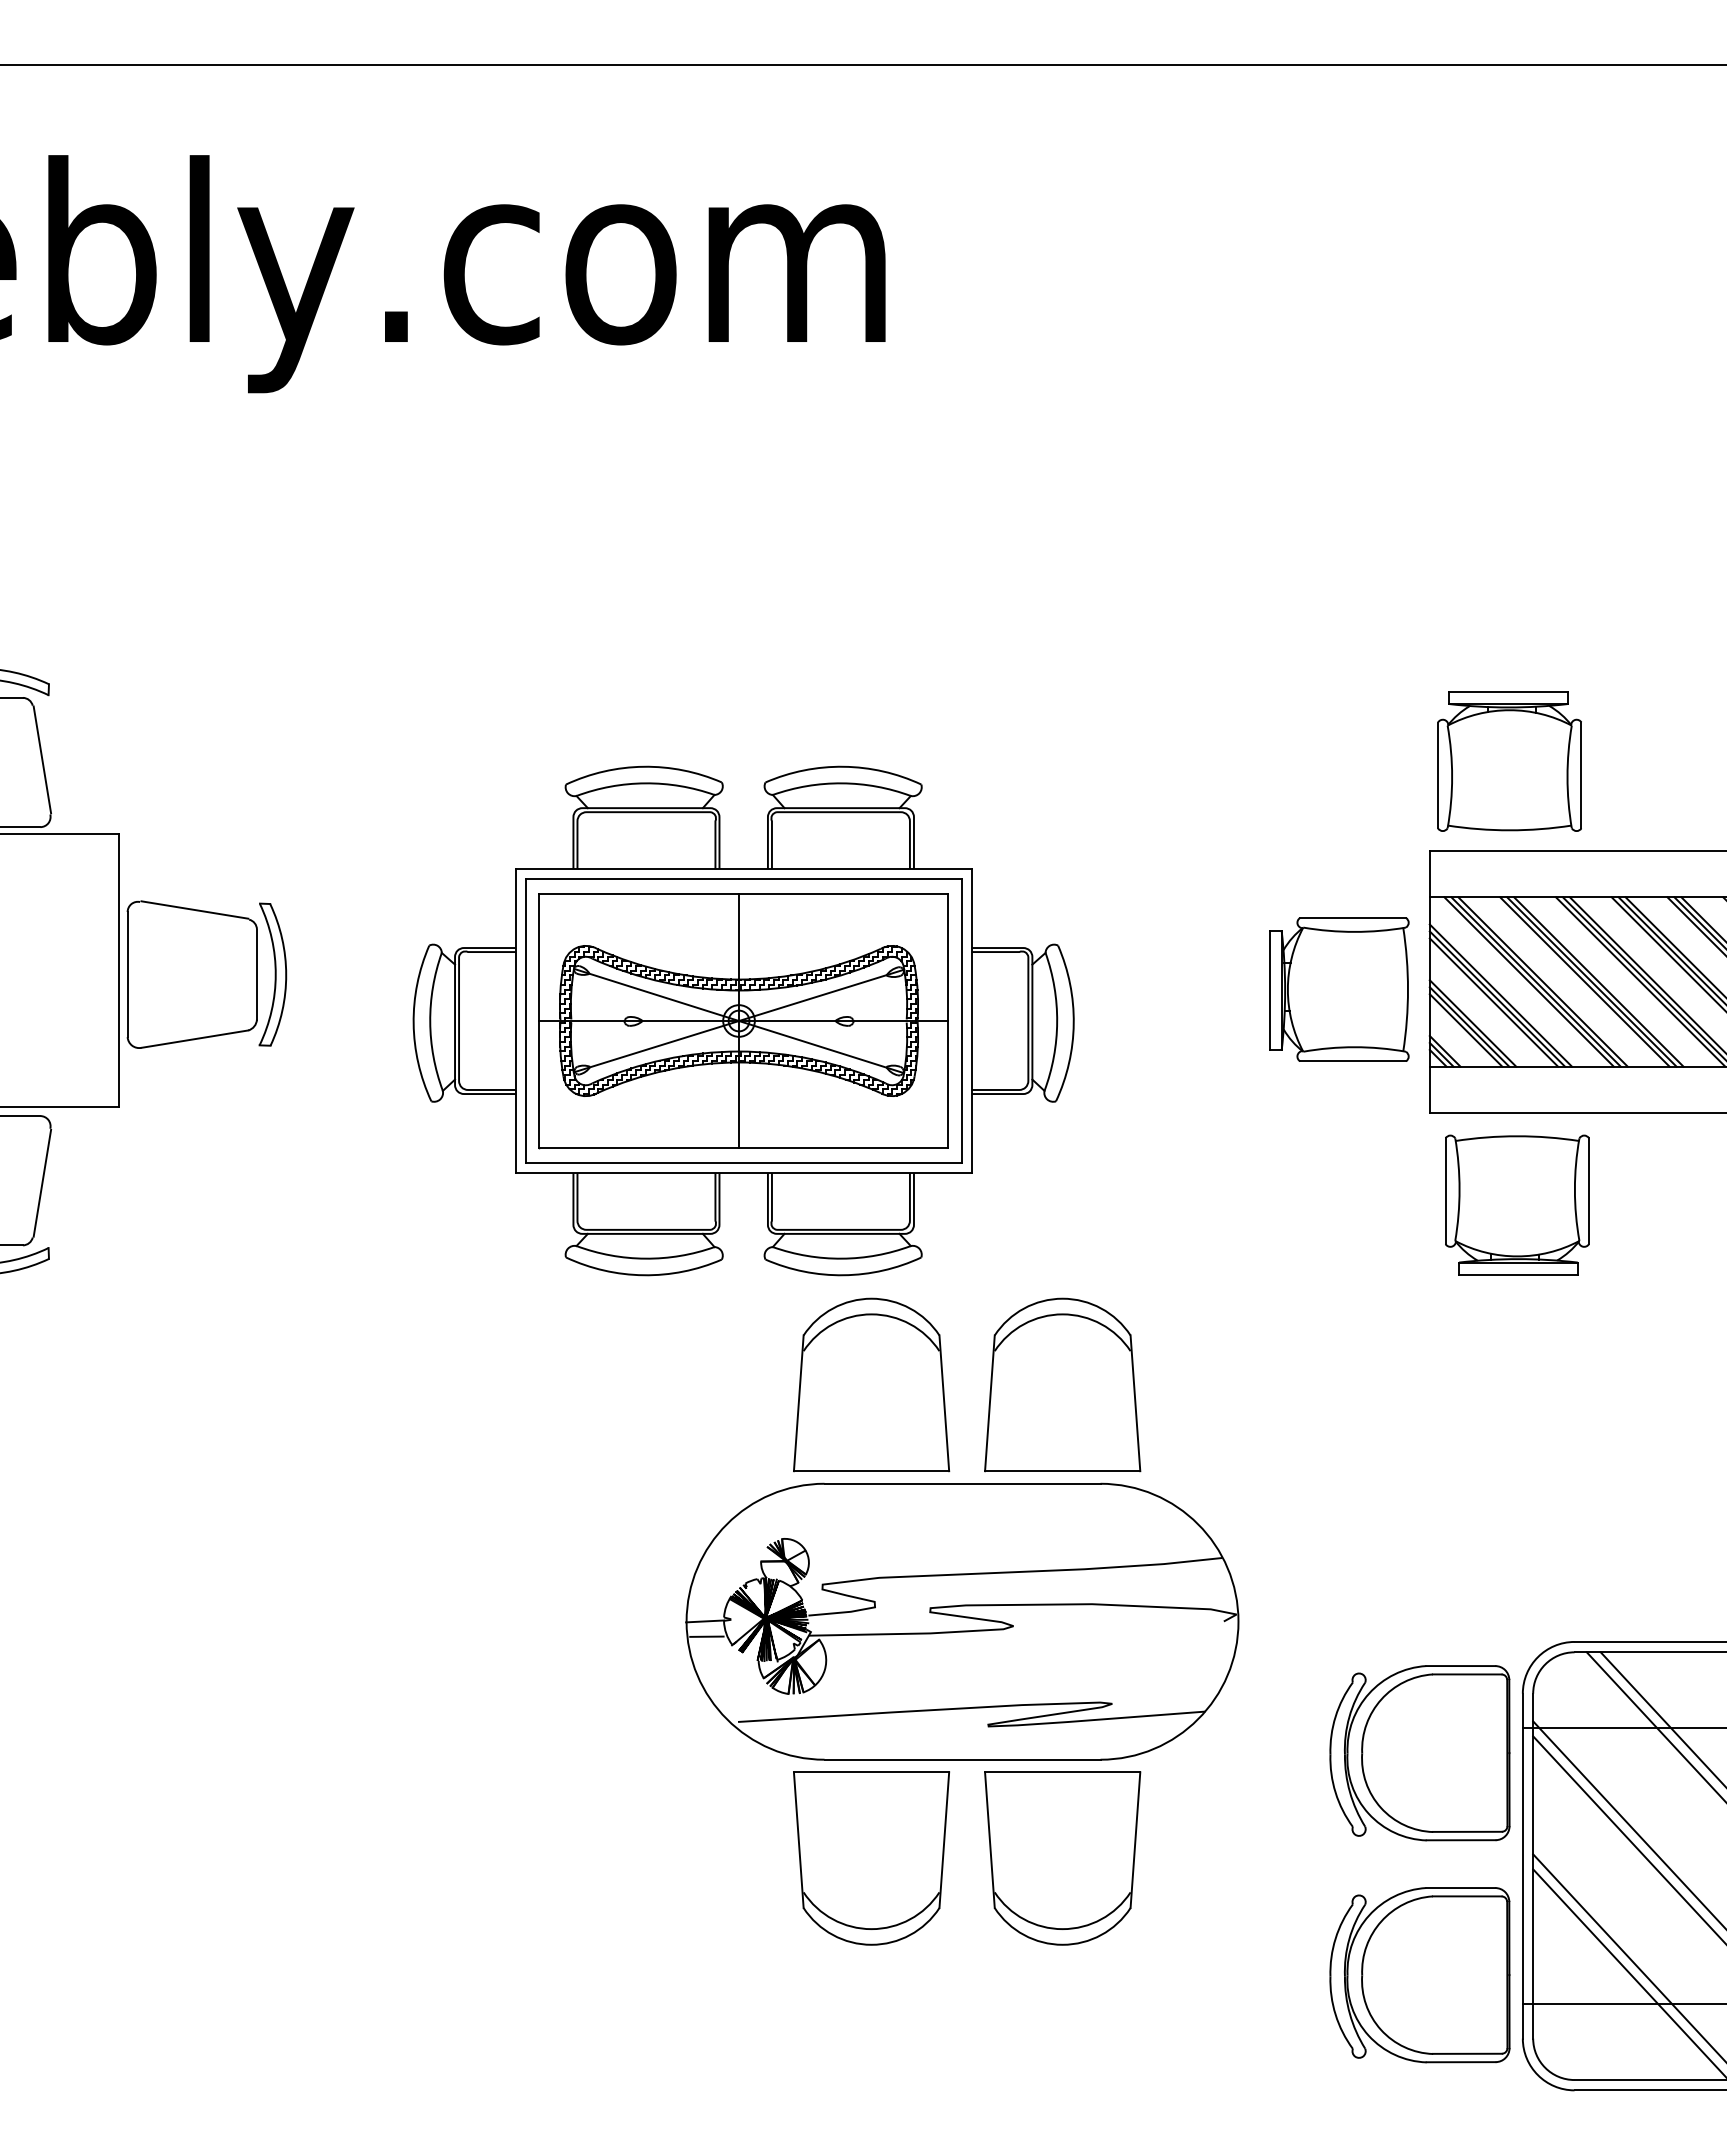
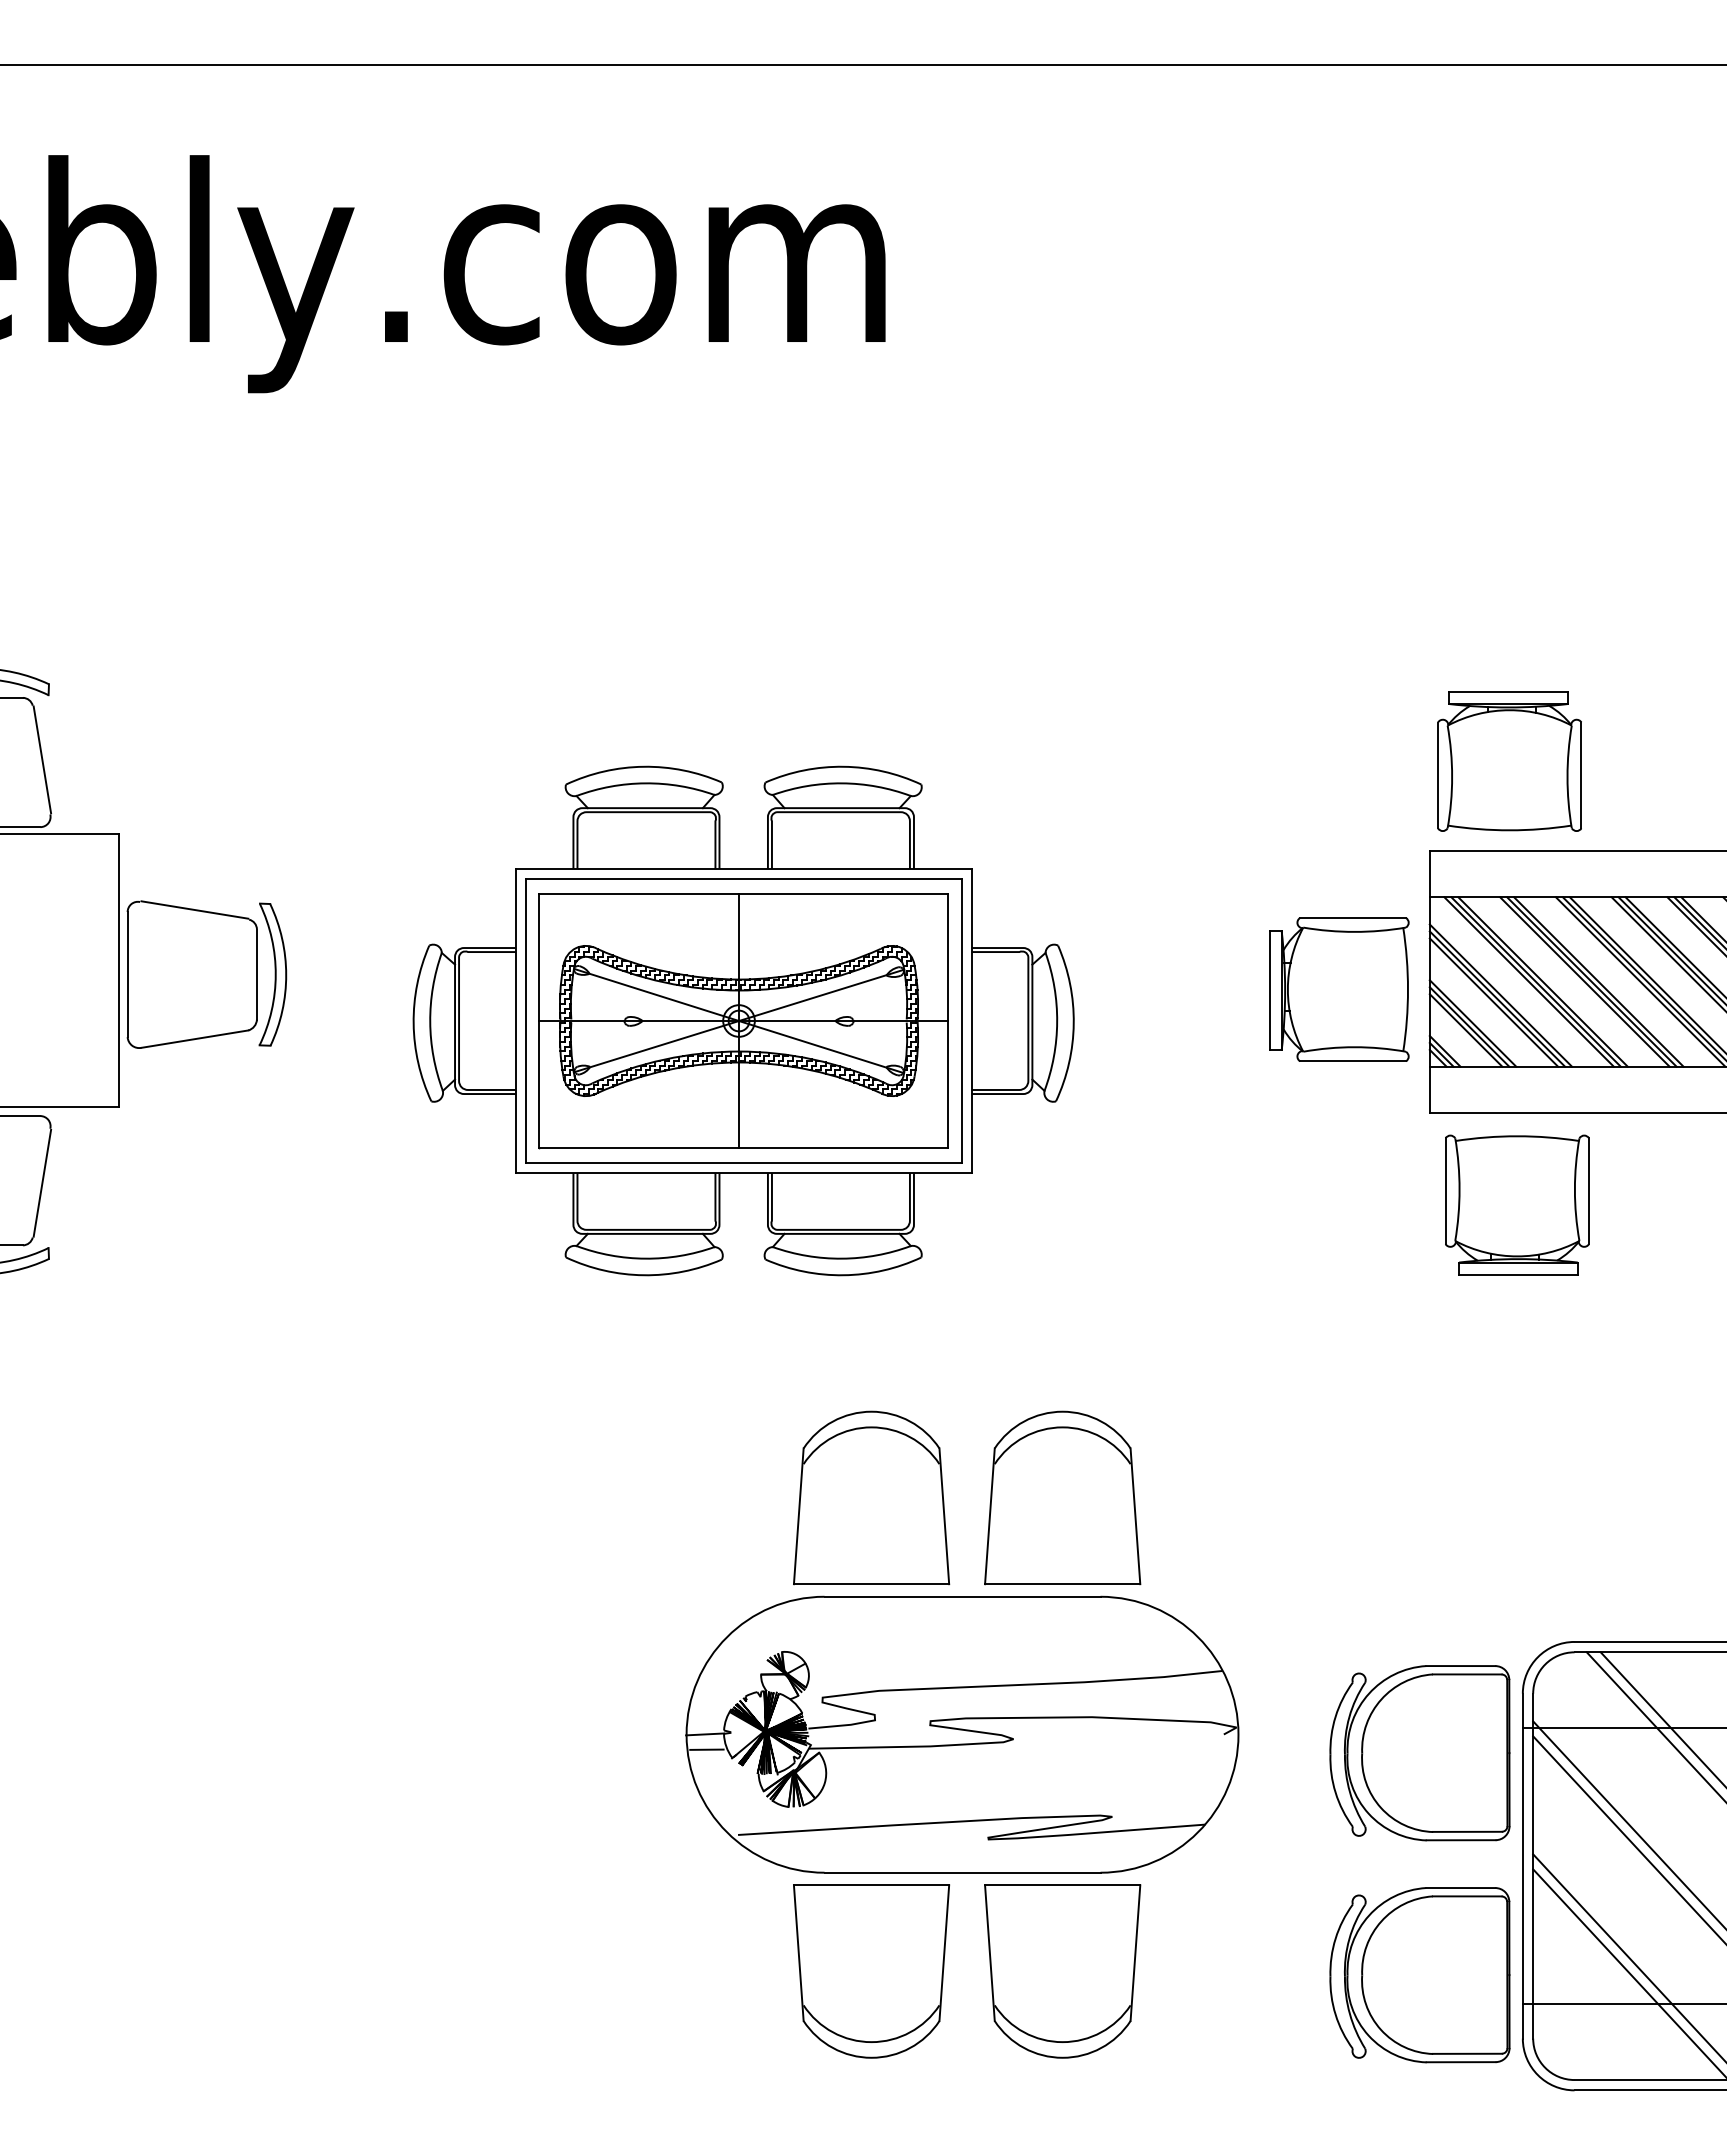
part at (962, 1621) position: (962, 1621) -> (962, 1734)
